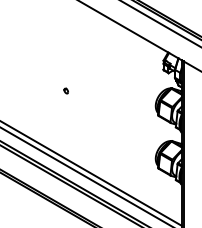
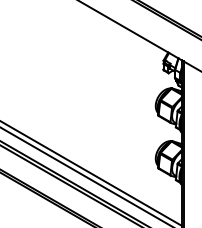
line at (160, 23): present -> none
part at (65, 90): present -> none
